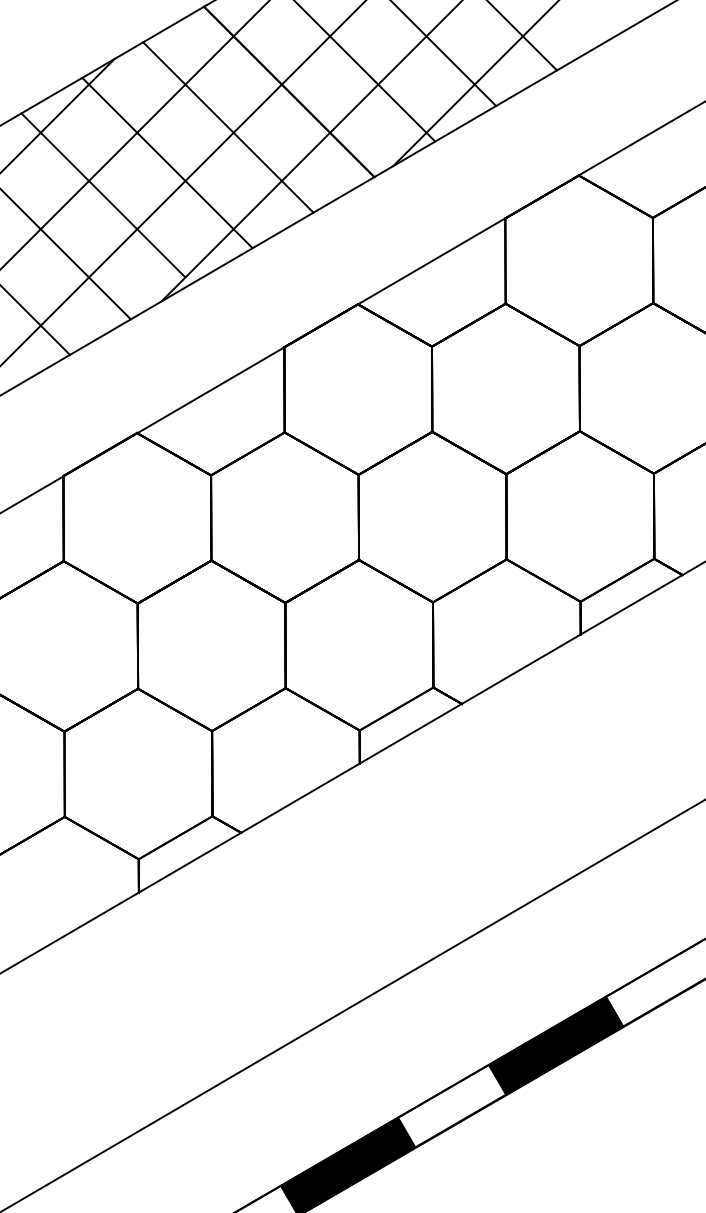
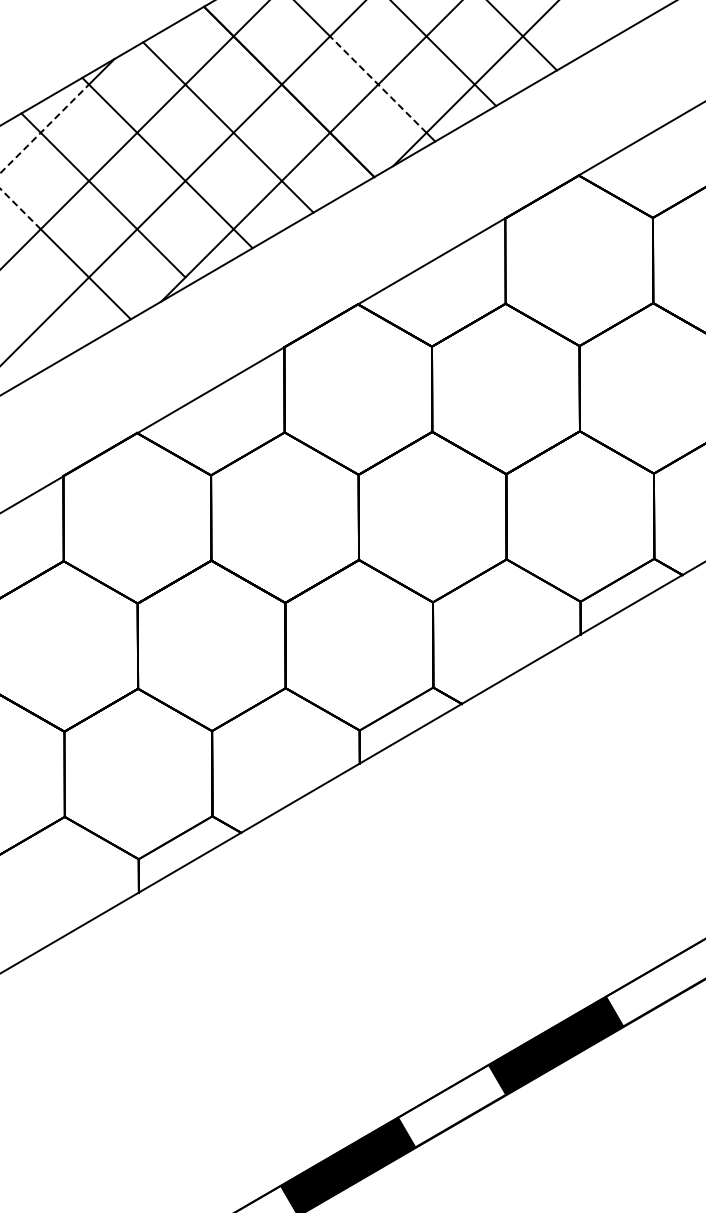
line at (377, 84): solid -> dashed
line at (44, 128): solid -> dashed
line at (20, 208): solid -> dashed
line at (36, 320): present -> none
line at (353, 1005): present -> none
